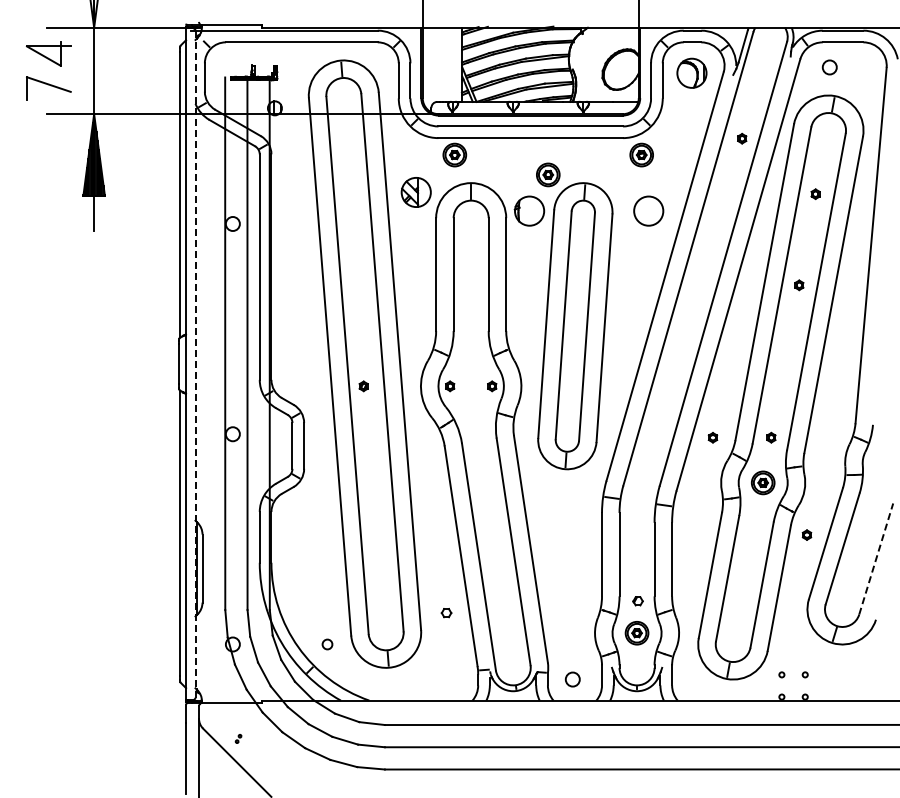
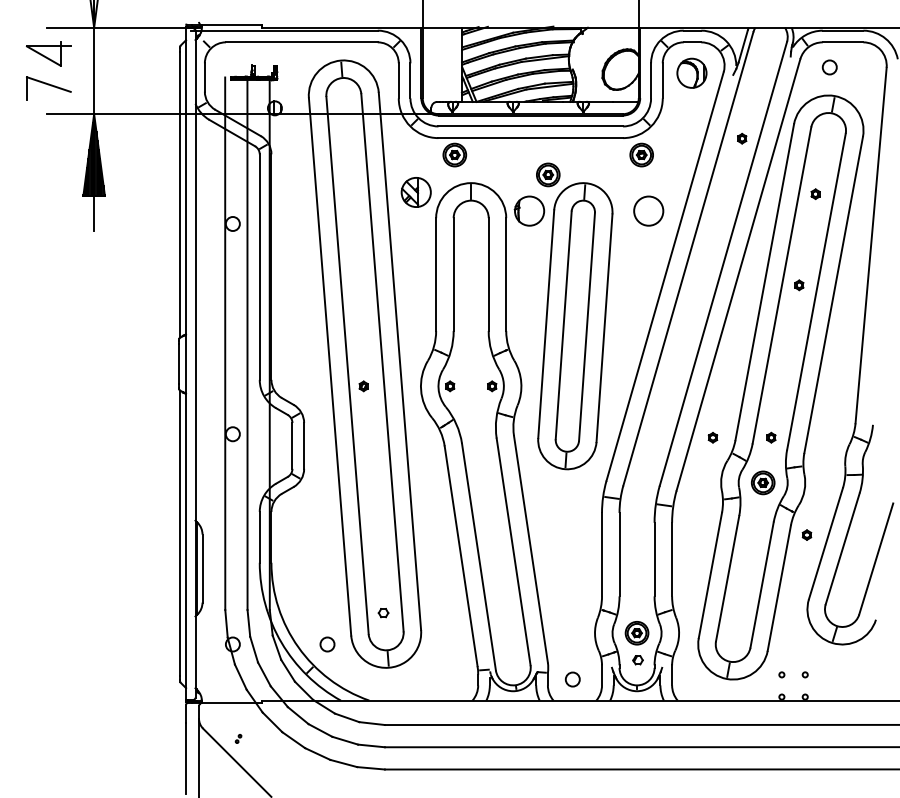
line at (195, 364): dashed -> solid
line at (876, 558): dashed -> solid
part at (637, 601) position: (637, 601) -> (637, 660)
part at (446, 613) position: (446, 613) -> (383, 613)
circle at (327, 644) size: 13x13 px -> 17x17 px
